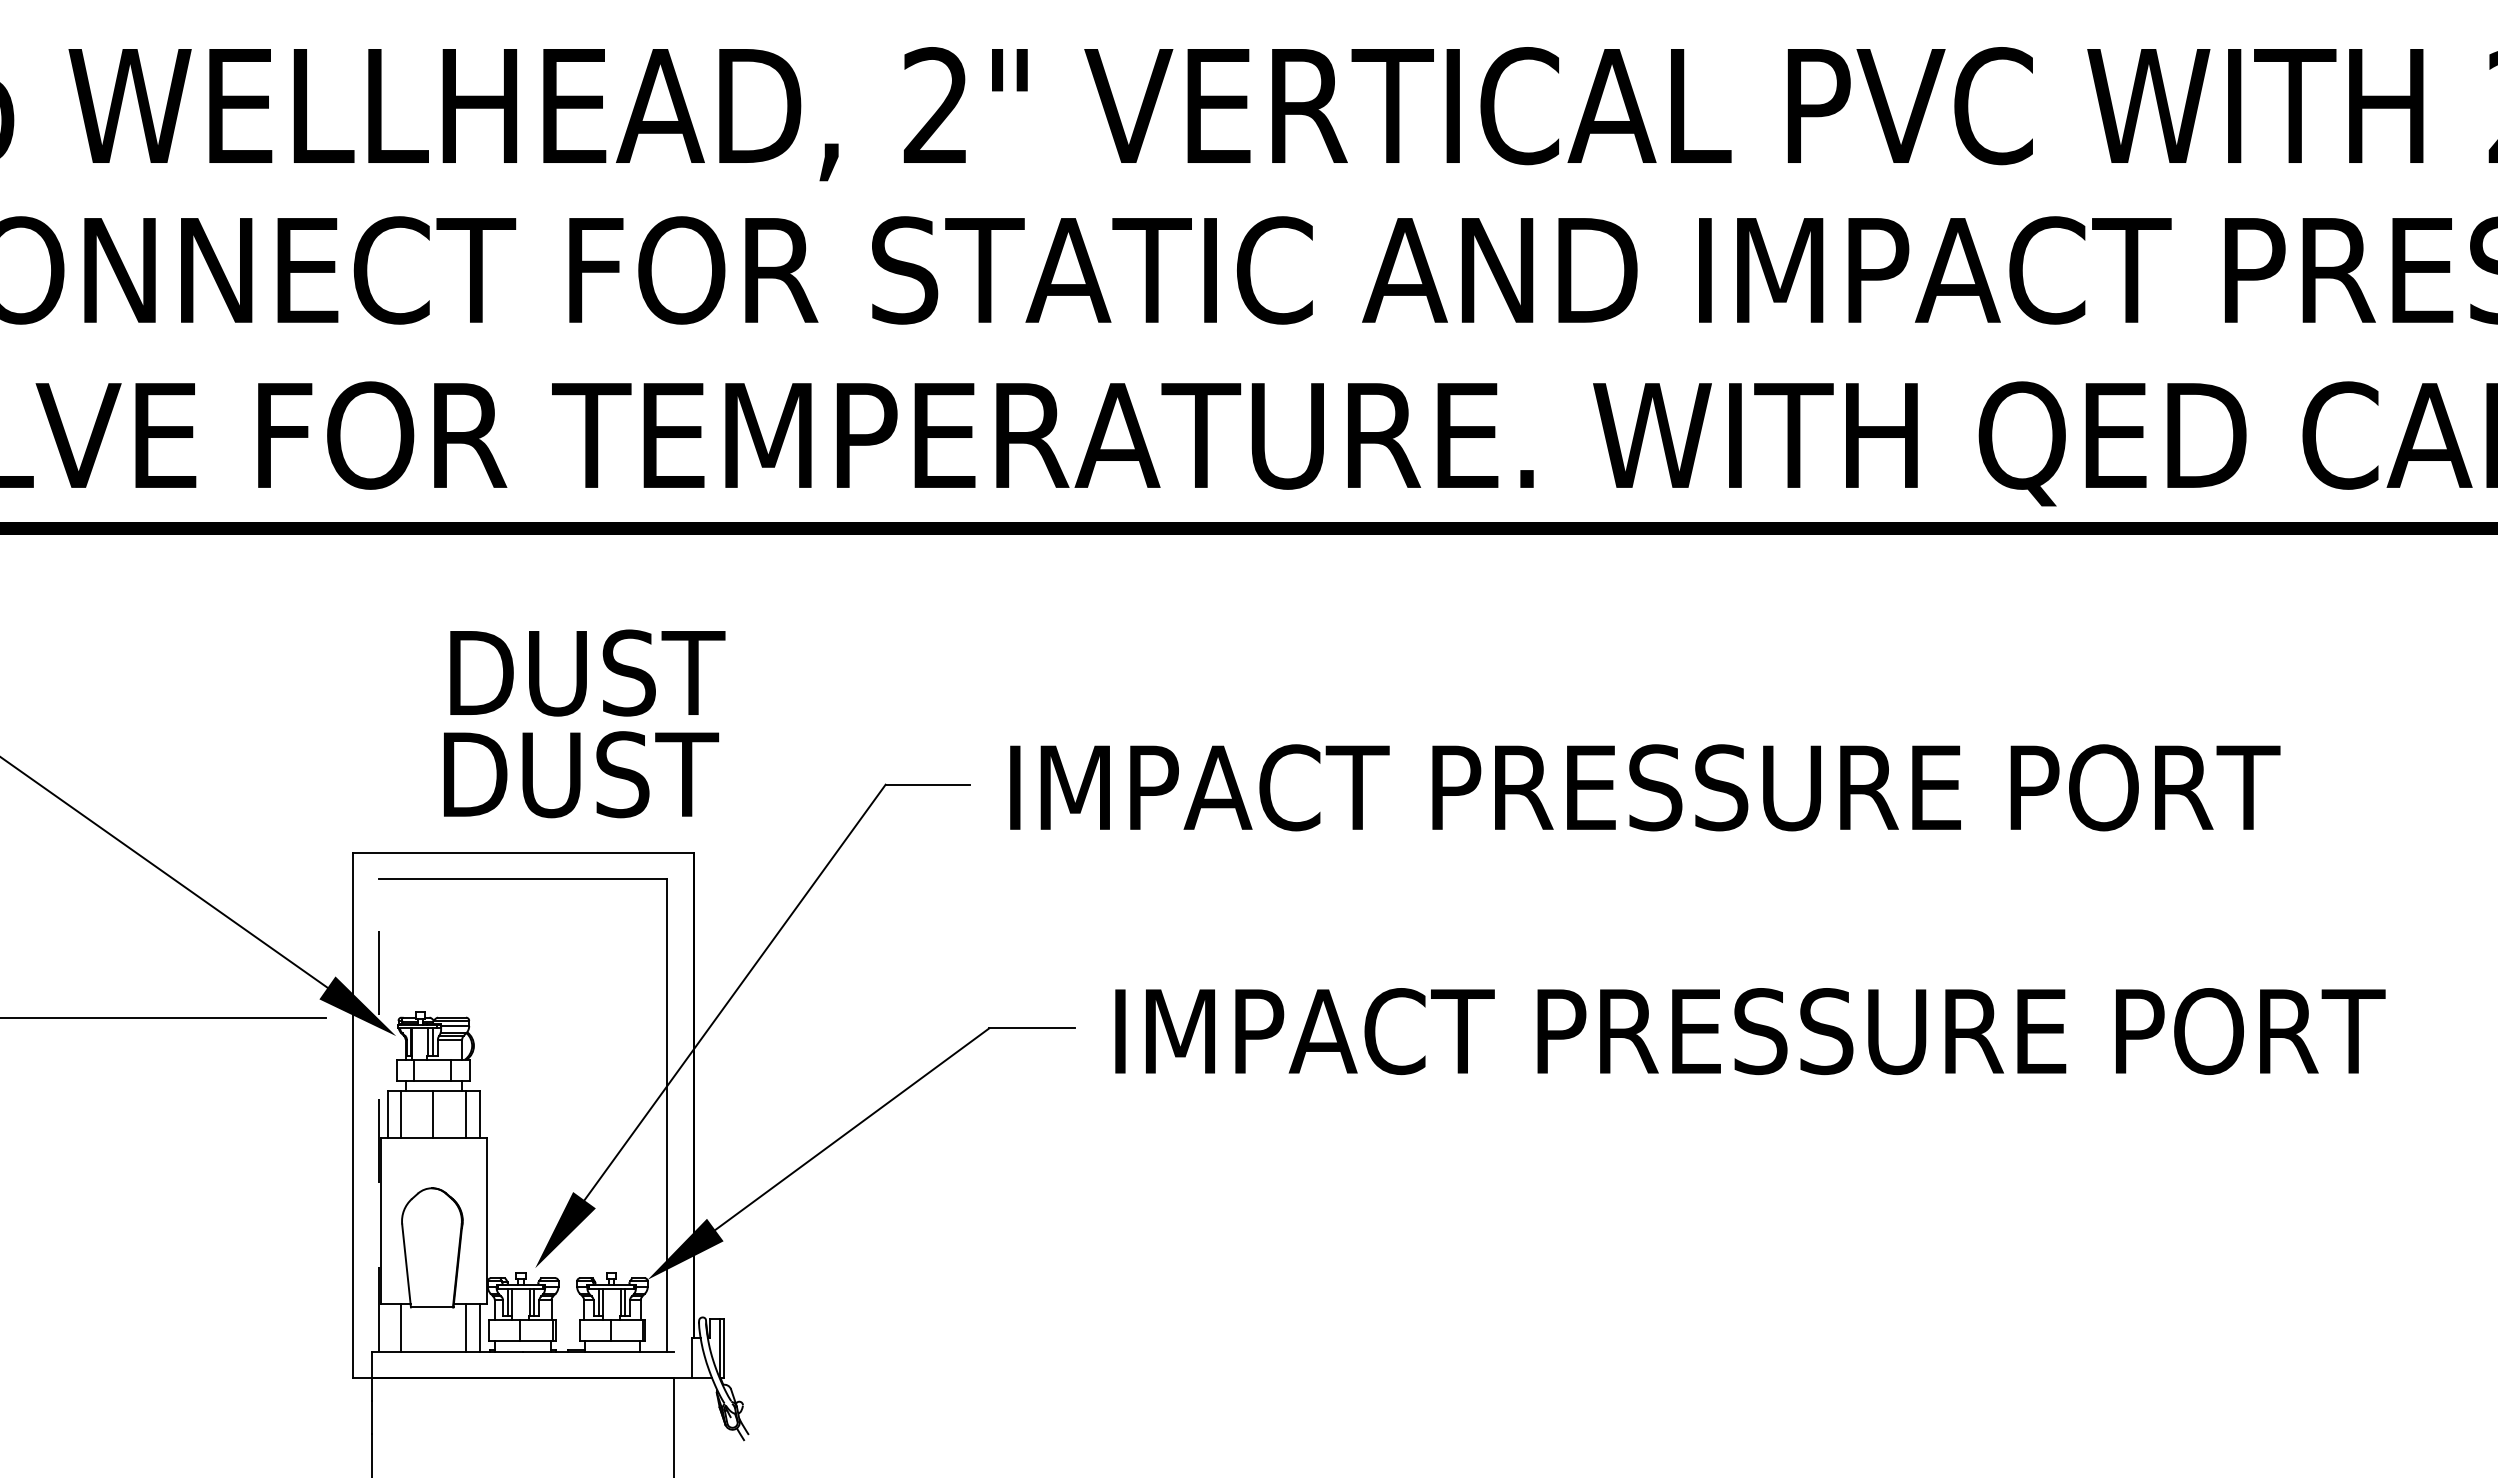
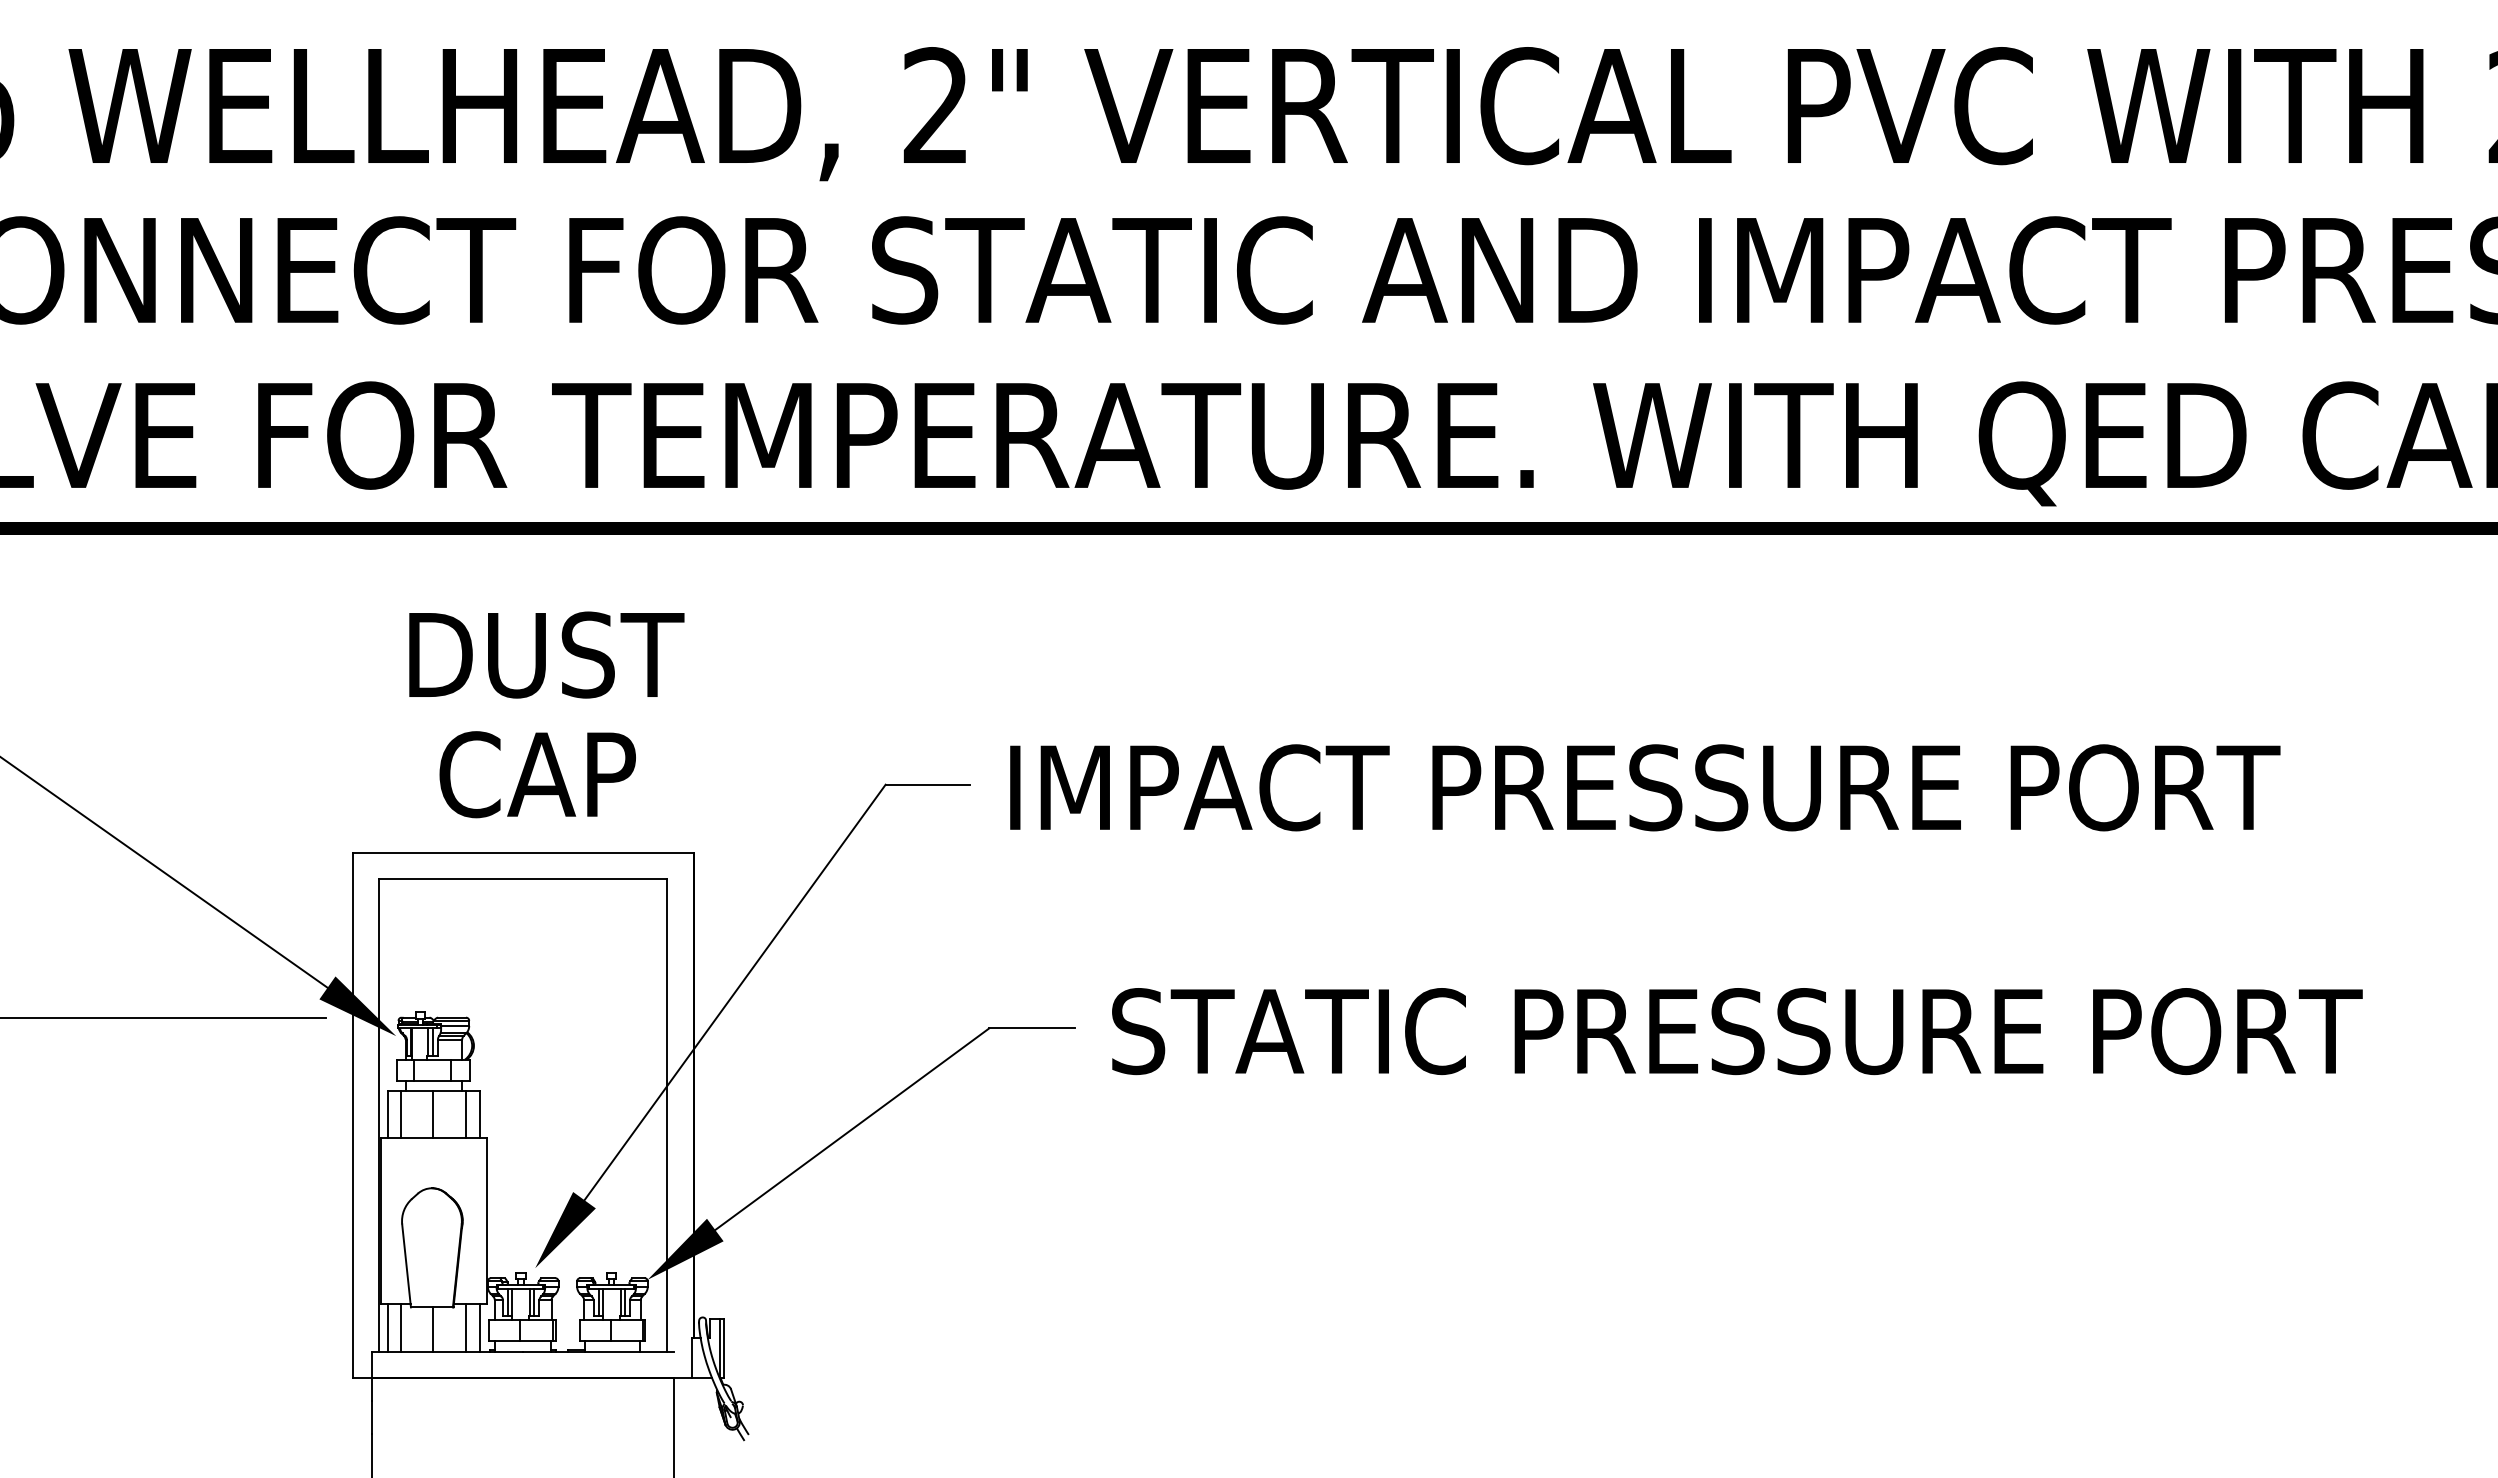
text at (587, 672) position: (587, 672) -> (546, 654)
text at (579, 774): DUST -> CAP
text at (1748, 1031): IMPACT PRESSURE PORT -> STATIC PRESSURE PORT
line at (379, 1114): dashed -> solid
line at (388, 1327): none -> present
line at (433, 1329): none -> present
